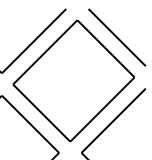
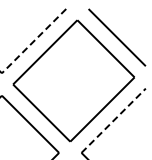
line at (33, 41): solid -> dashed
line at (114, 120): solid -> dashed
